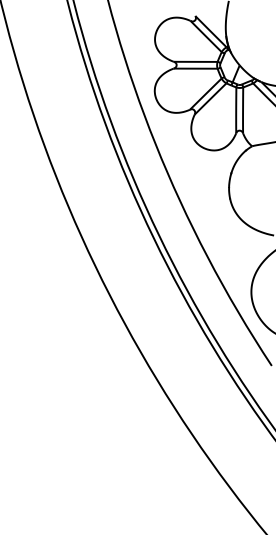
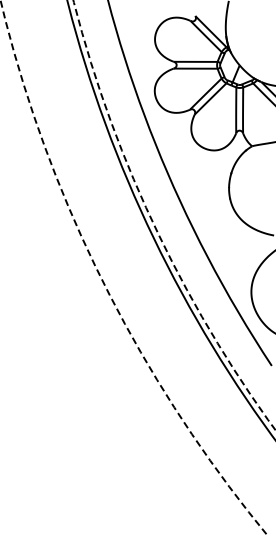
circle at (174, 215): solid -> dashed
circle at (133, 267): solid -> dashed
